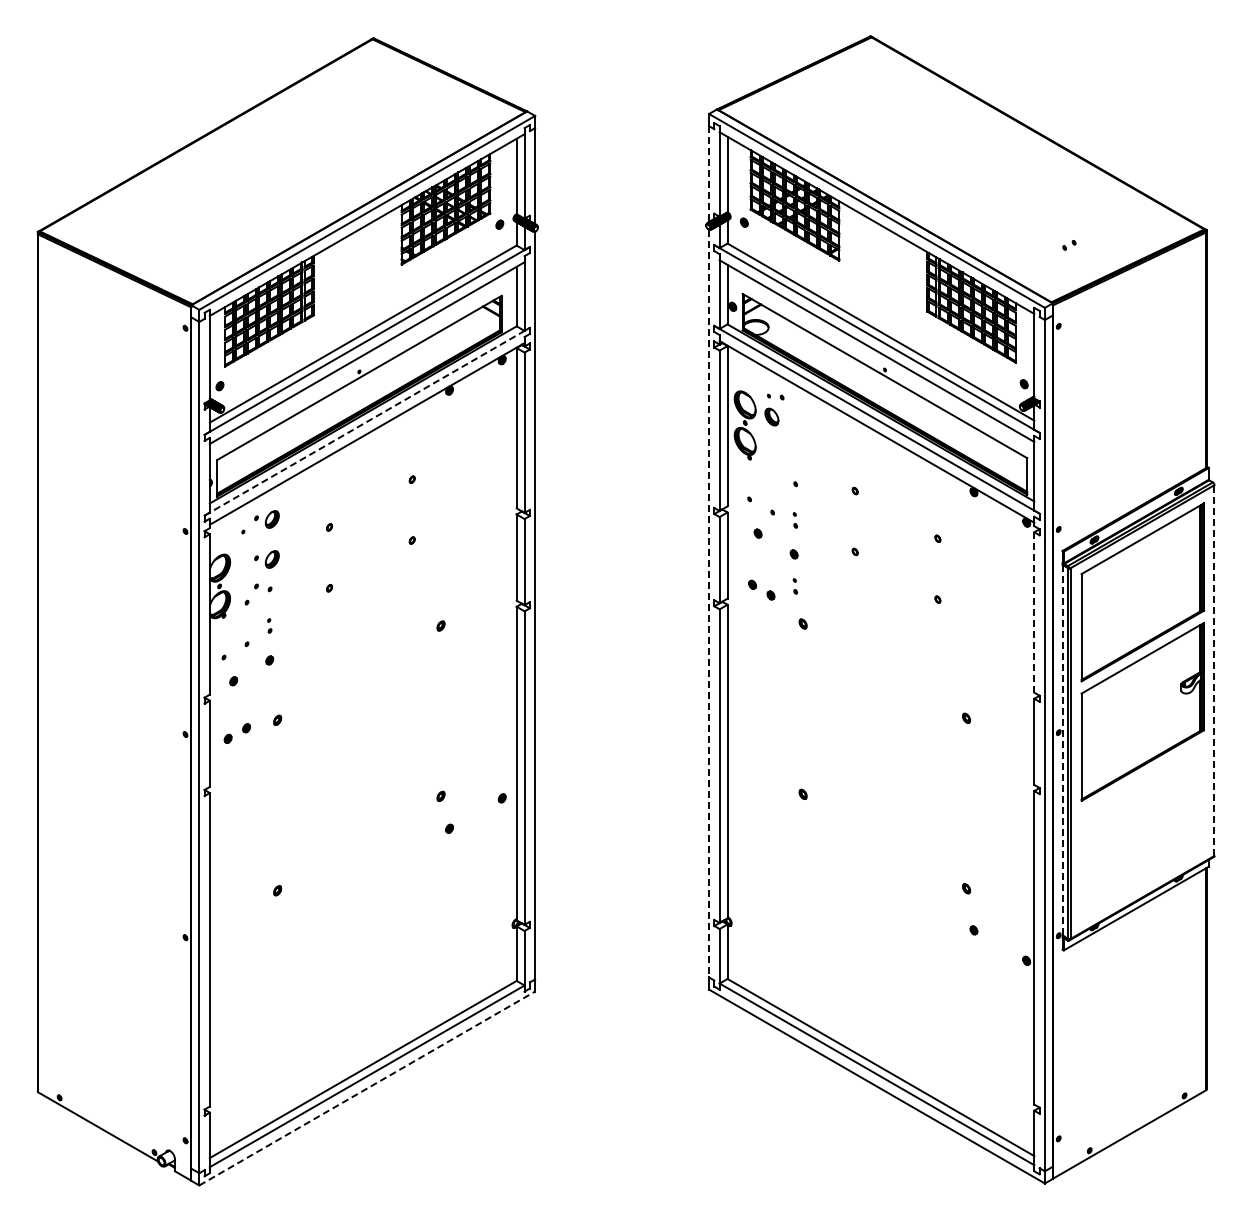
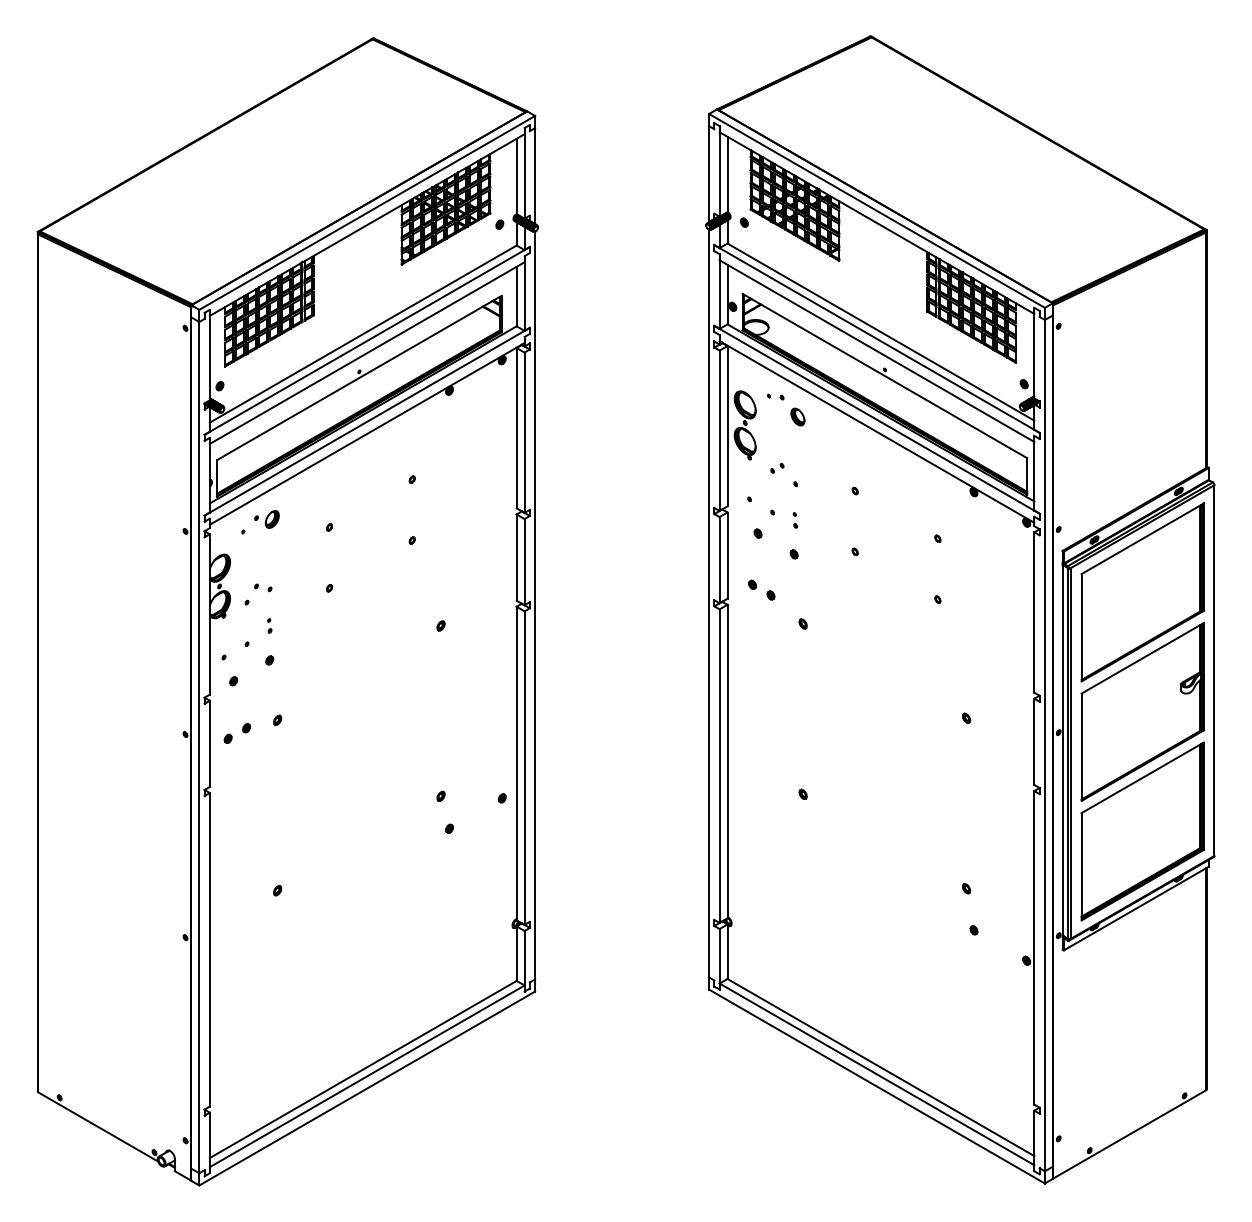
line at (709, 174): dashed -> solid
part at (1069, 245) position: (1069, 245) -> (777, 468)
part at (771, 416) position: (771, 416) -> (797, 416)
line at (367, 421): dashed -> solid
part at (266, 559): present -> none
part at (794, 586): present -> none
line at (709, 603): dashed -> solid
line at (1034, 612): dashed -> solid
line at (1214, 670): dashed -> solid
line at (1062, 750): dashed -> solid
part at (1142, 831): none -> present
line at (367, 1088): dashed -> solid
